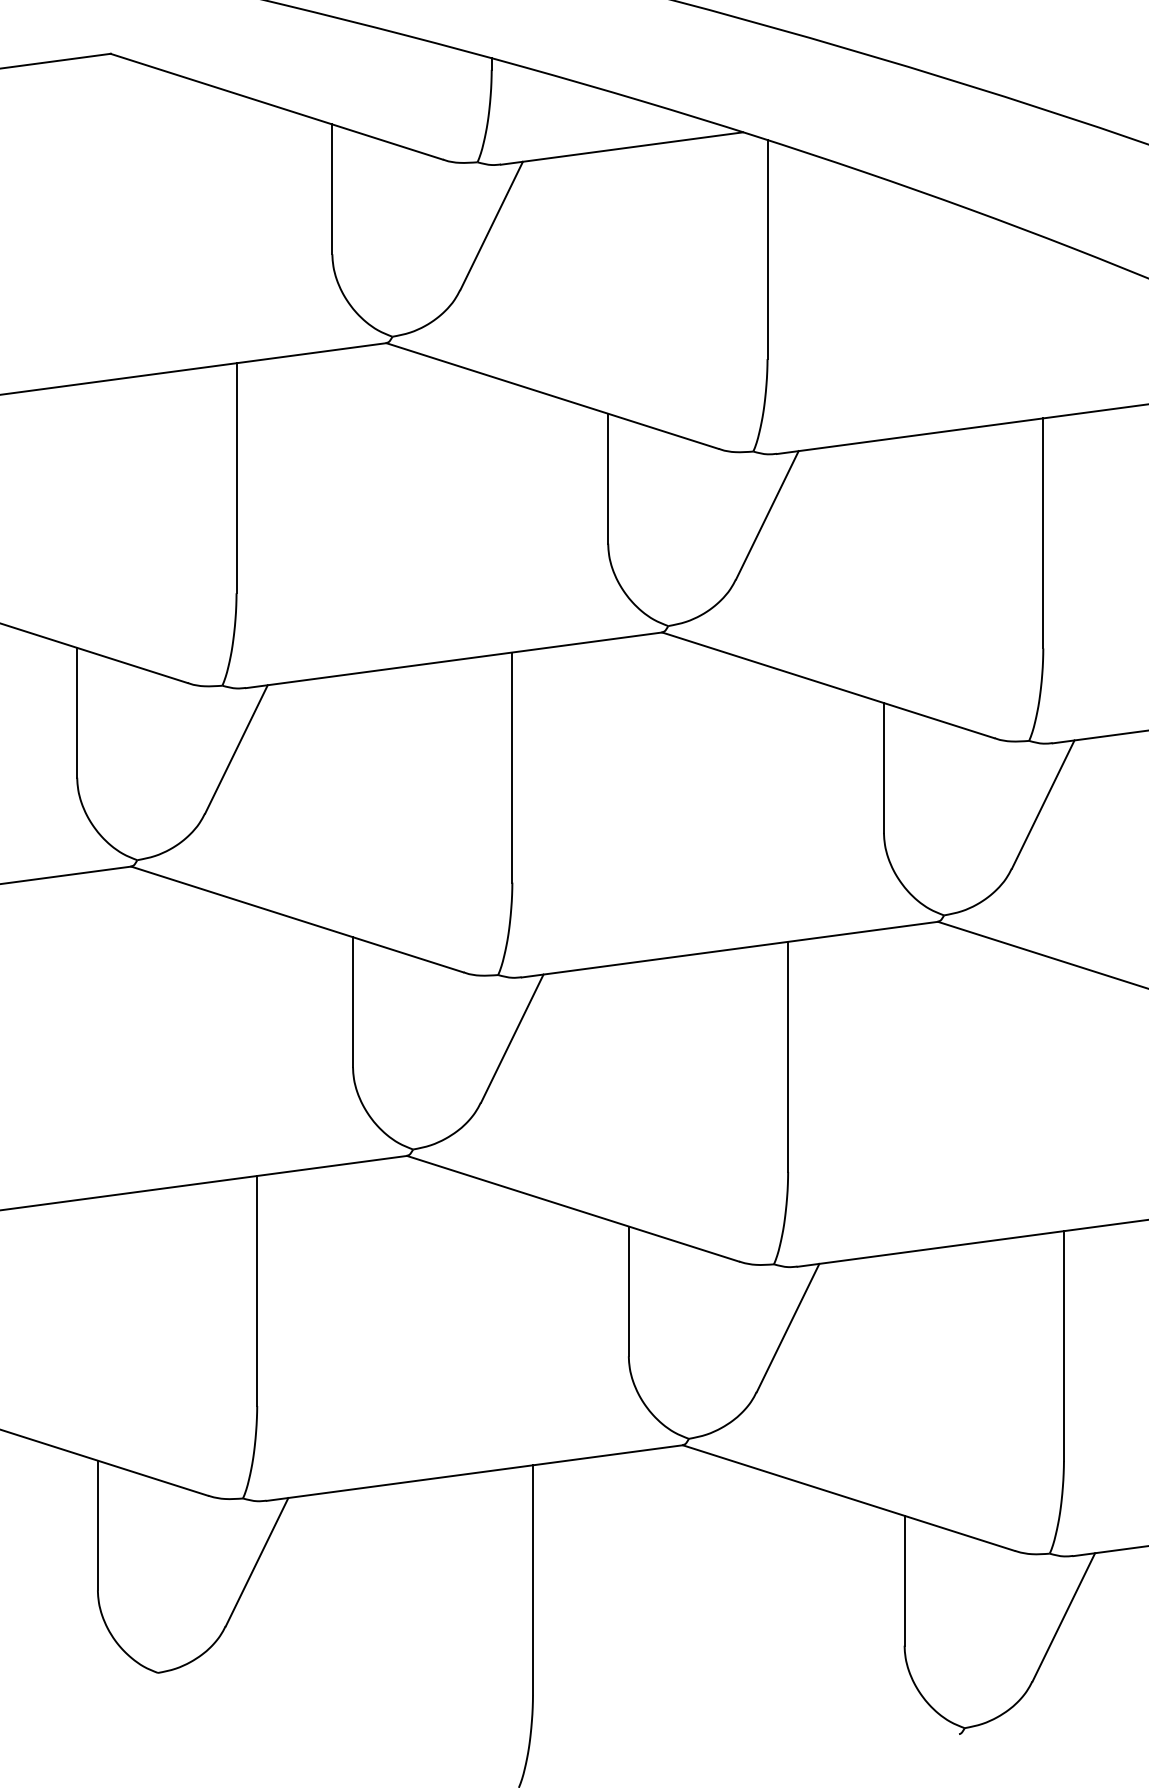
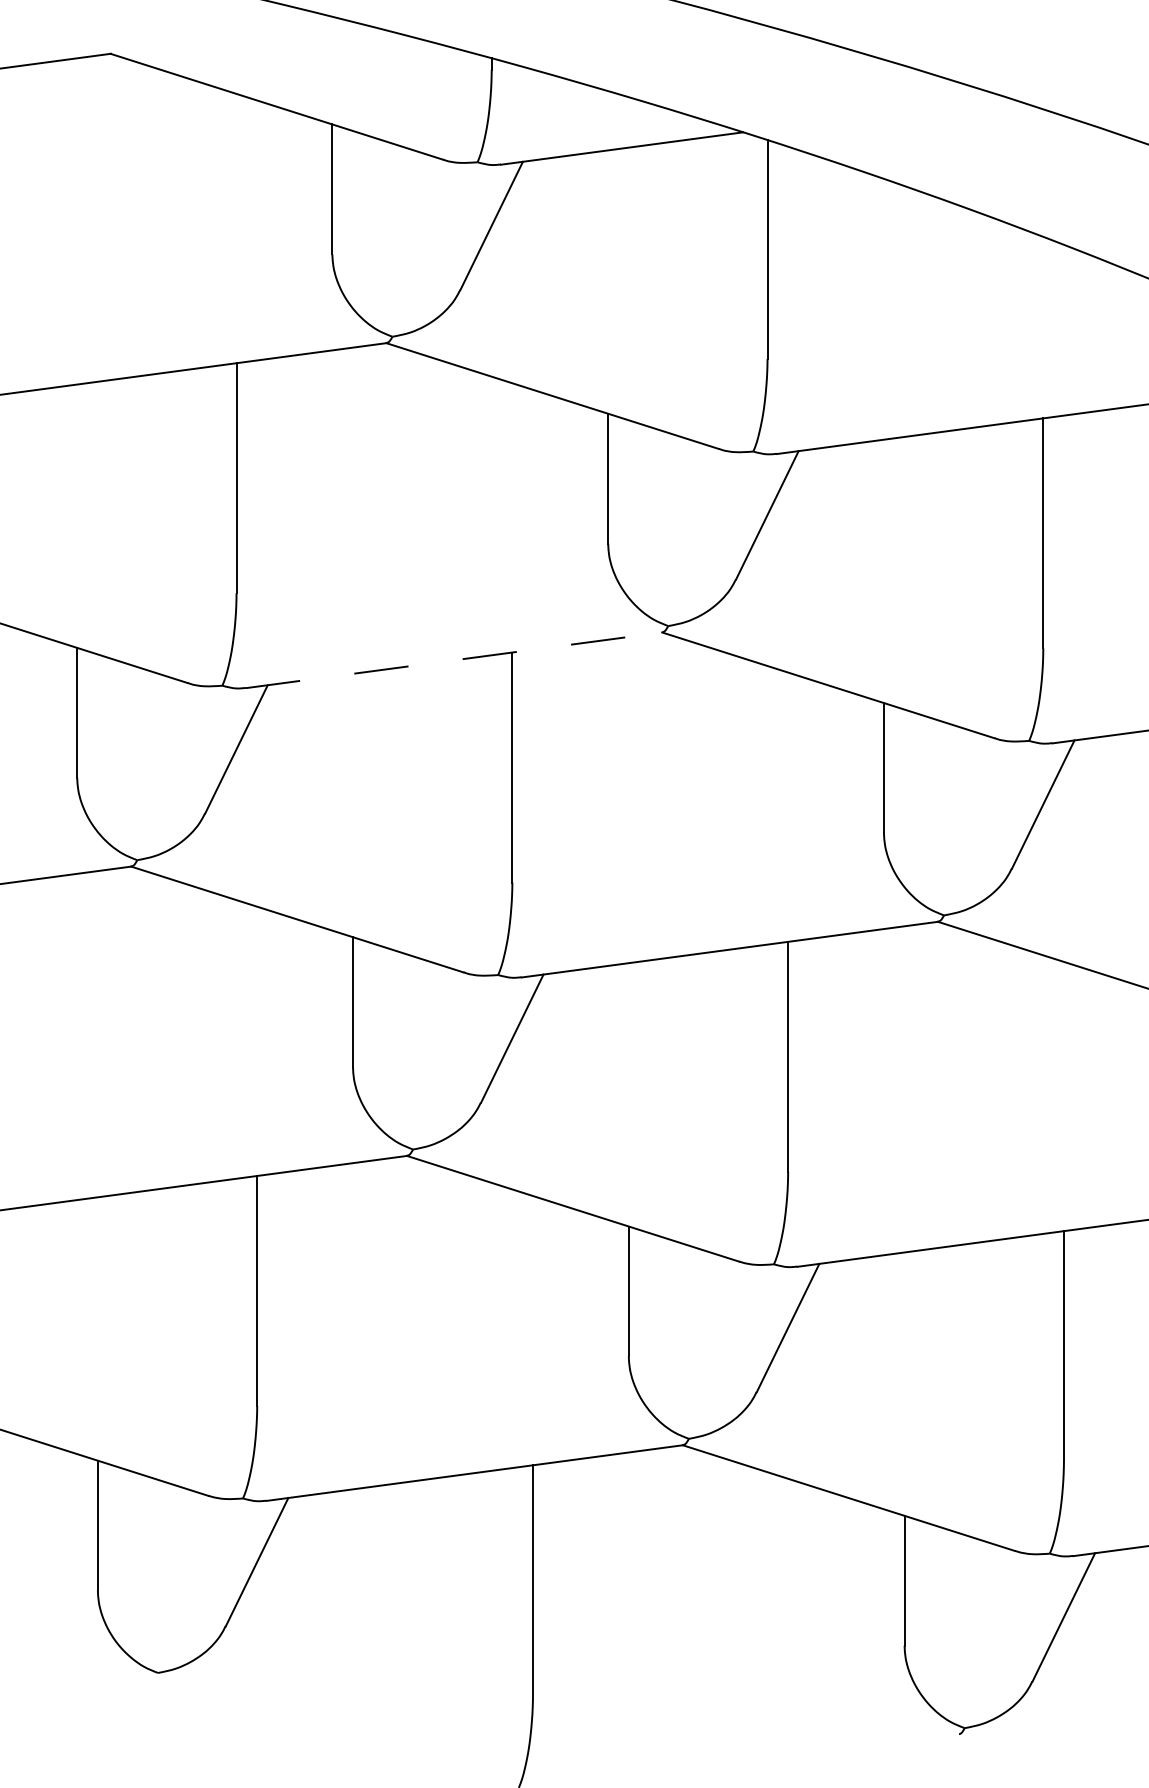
line at (454, 660): solid -> dashed
